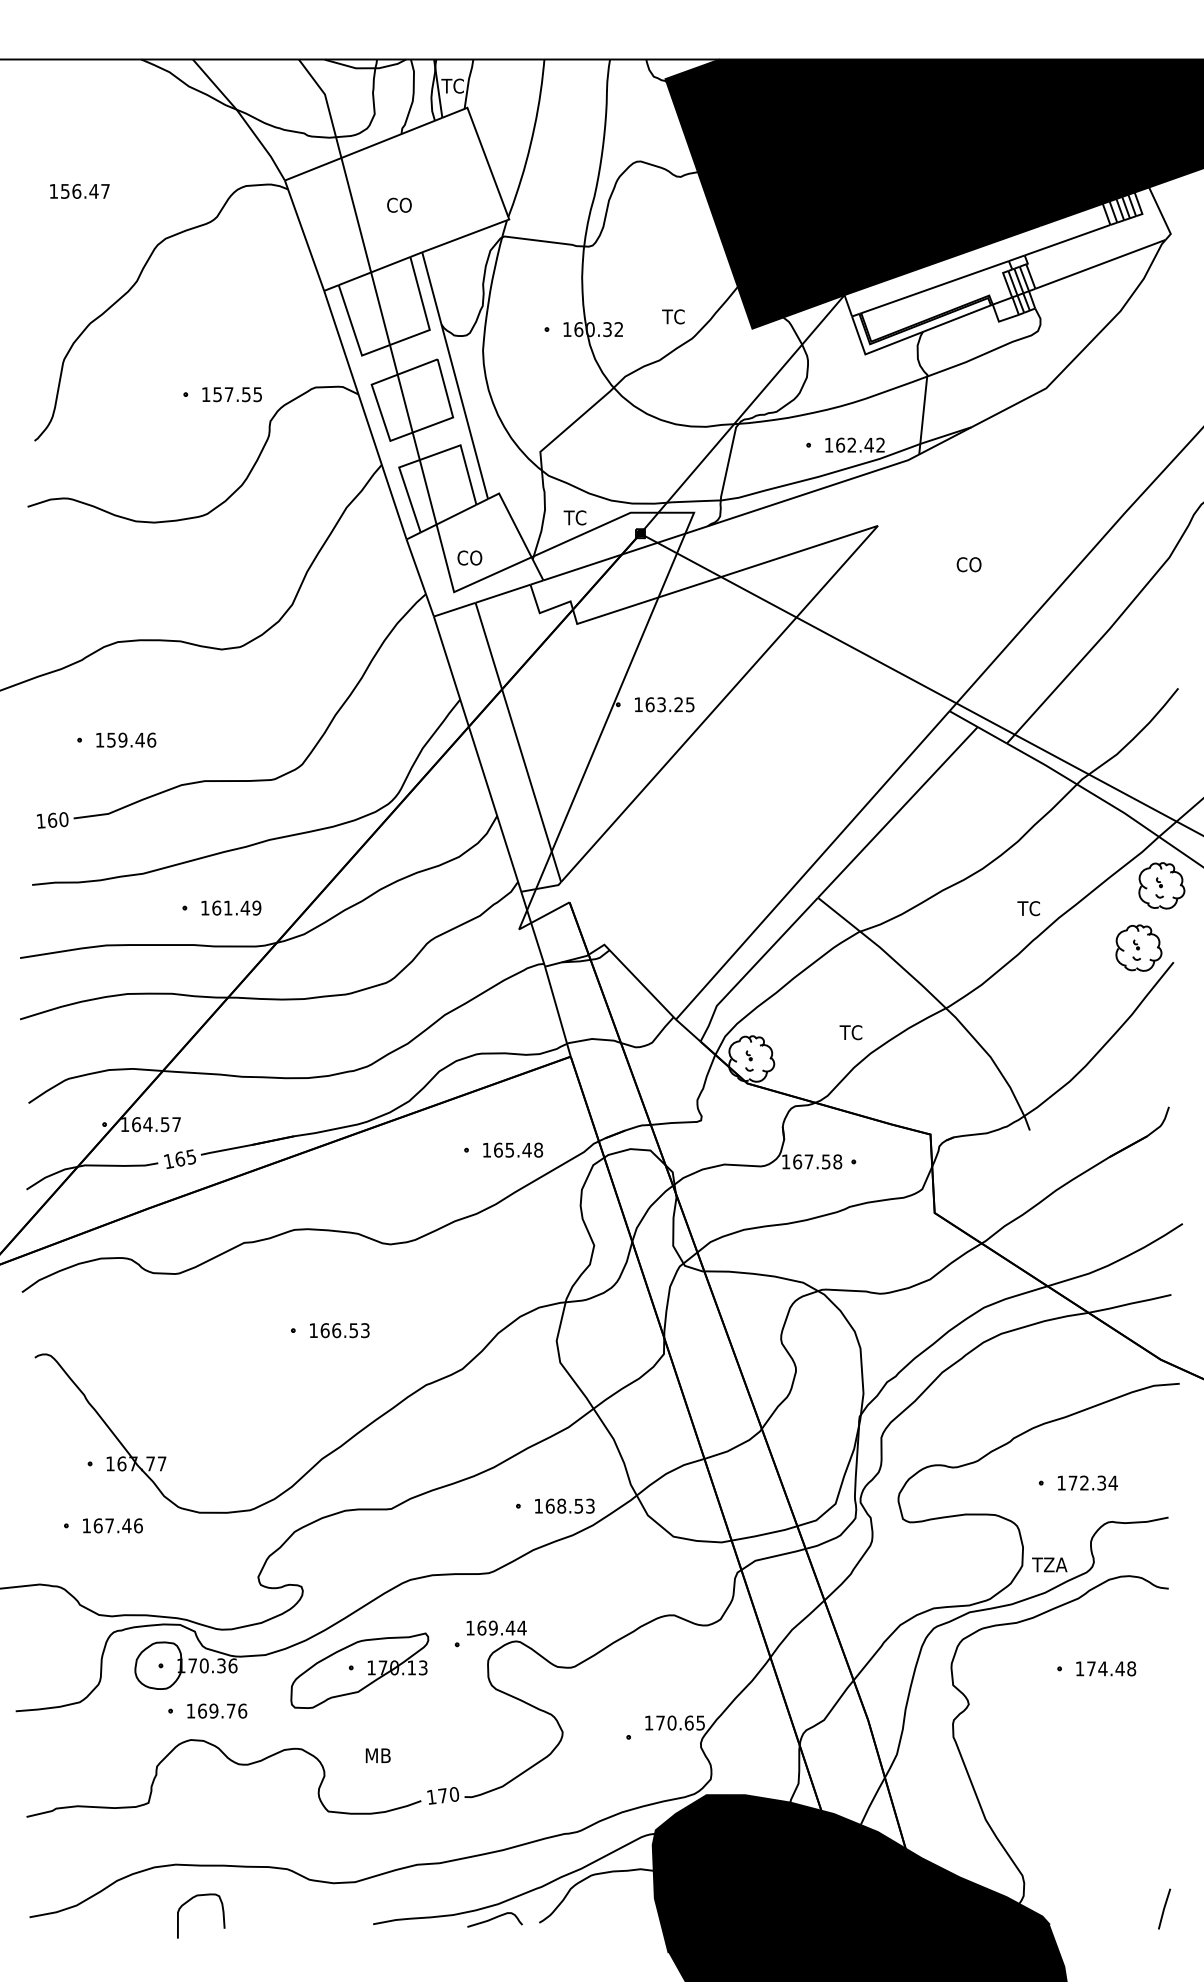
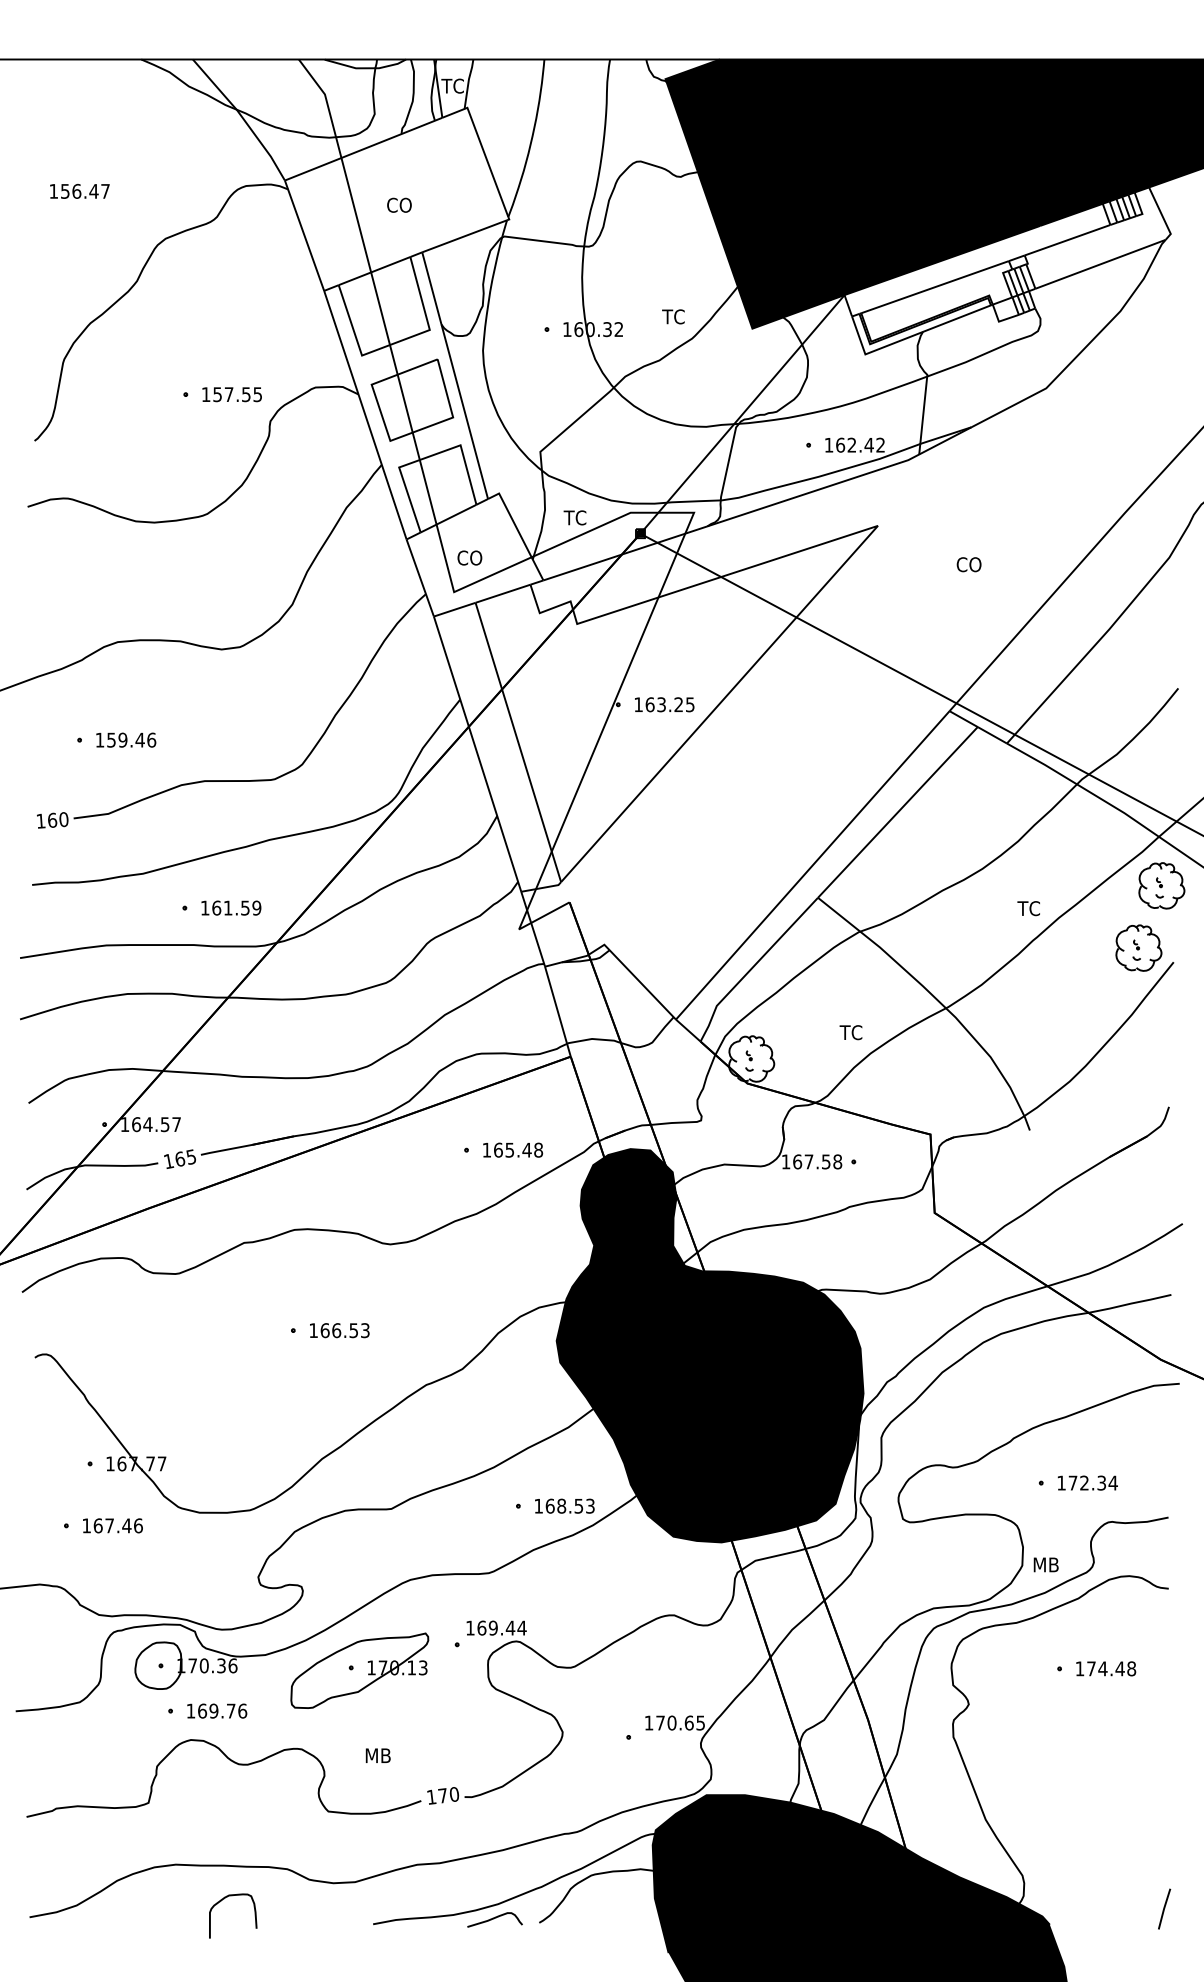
text at (245, 907): 161.49 -> 161.59
fill at (709, 1345): none -> present
text at (1049, 1564): TZA -> MB
curve at (192, 1899) position: (192, 1899) -> (224, 1899)
